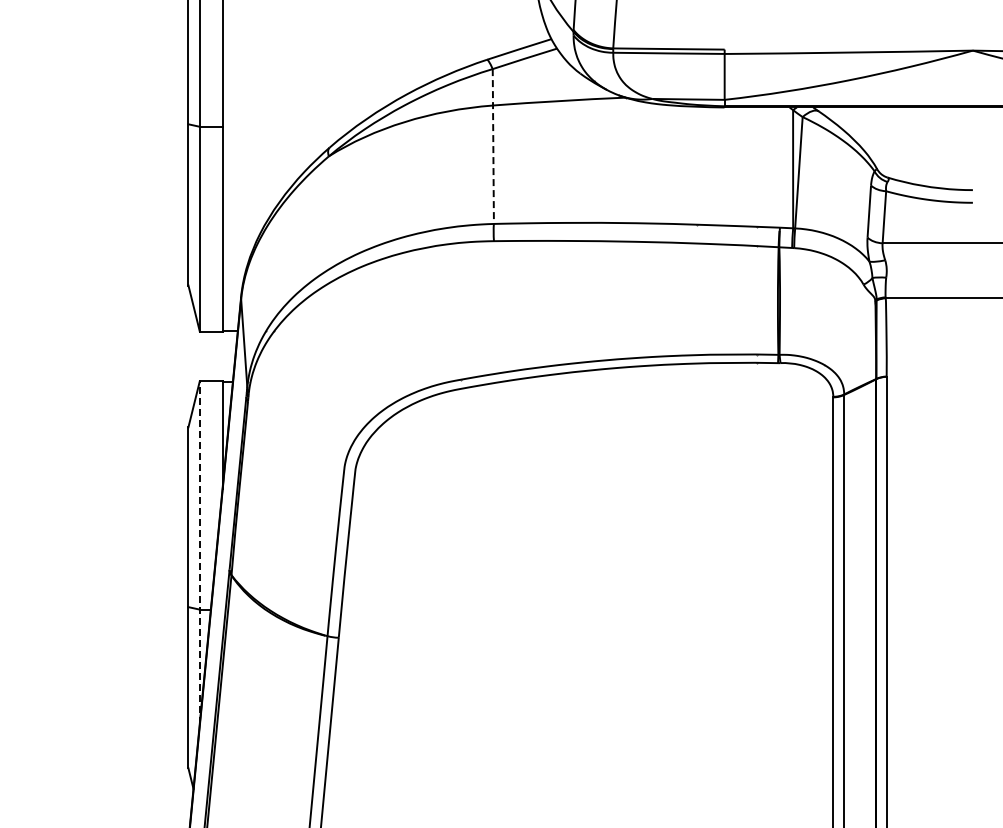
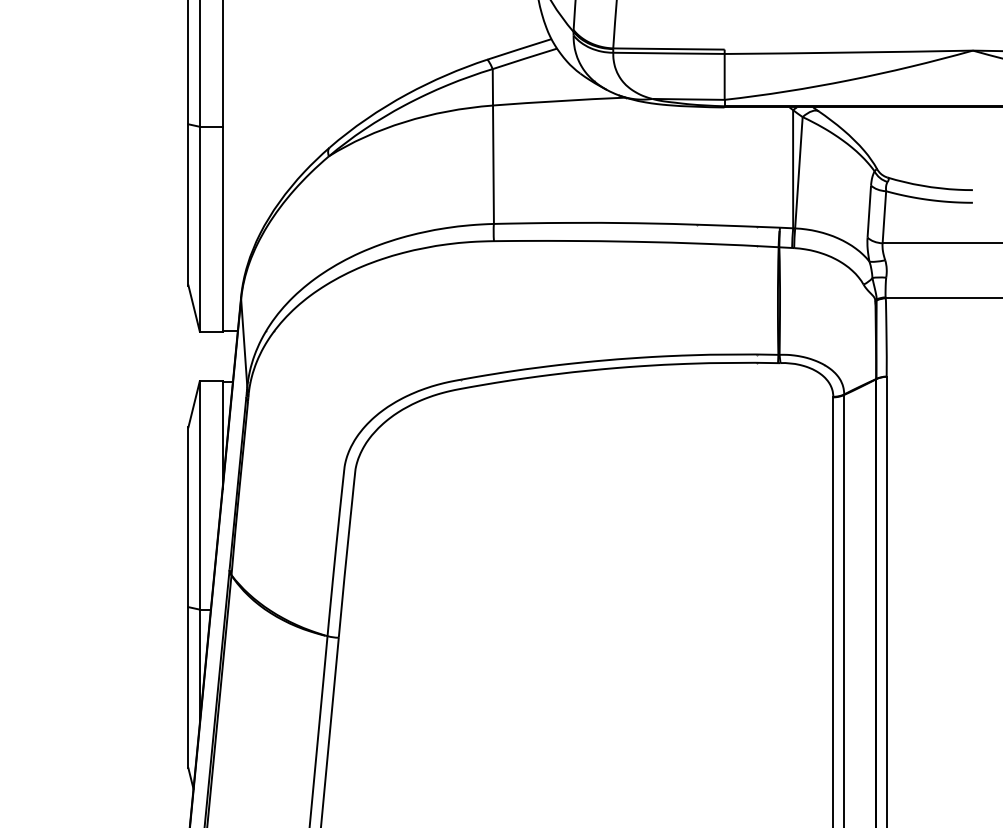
line at (493, 147): dashed -> solid
line at (199, 551): dashed -> solid
